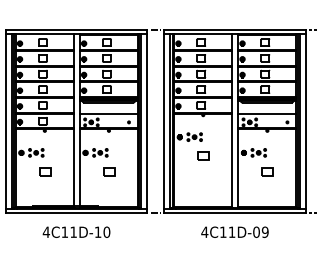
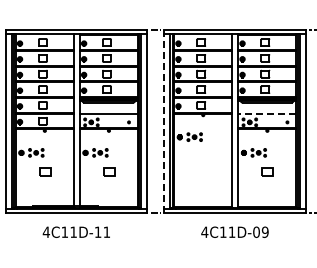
line at (267, 113): solid -> dashed
line at (164, 121): solid -> dashed
part at (203, 155): present -> none
text at (106, 231): 4C11D-10 -> 4C11D-11
